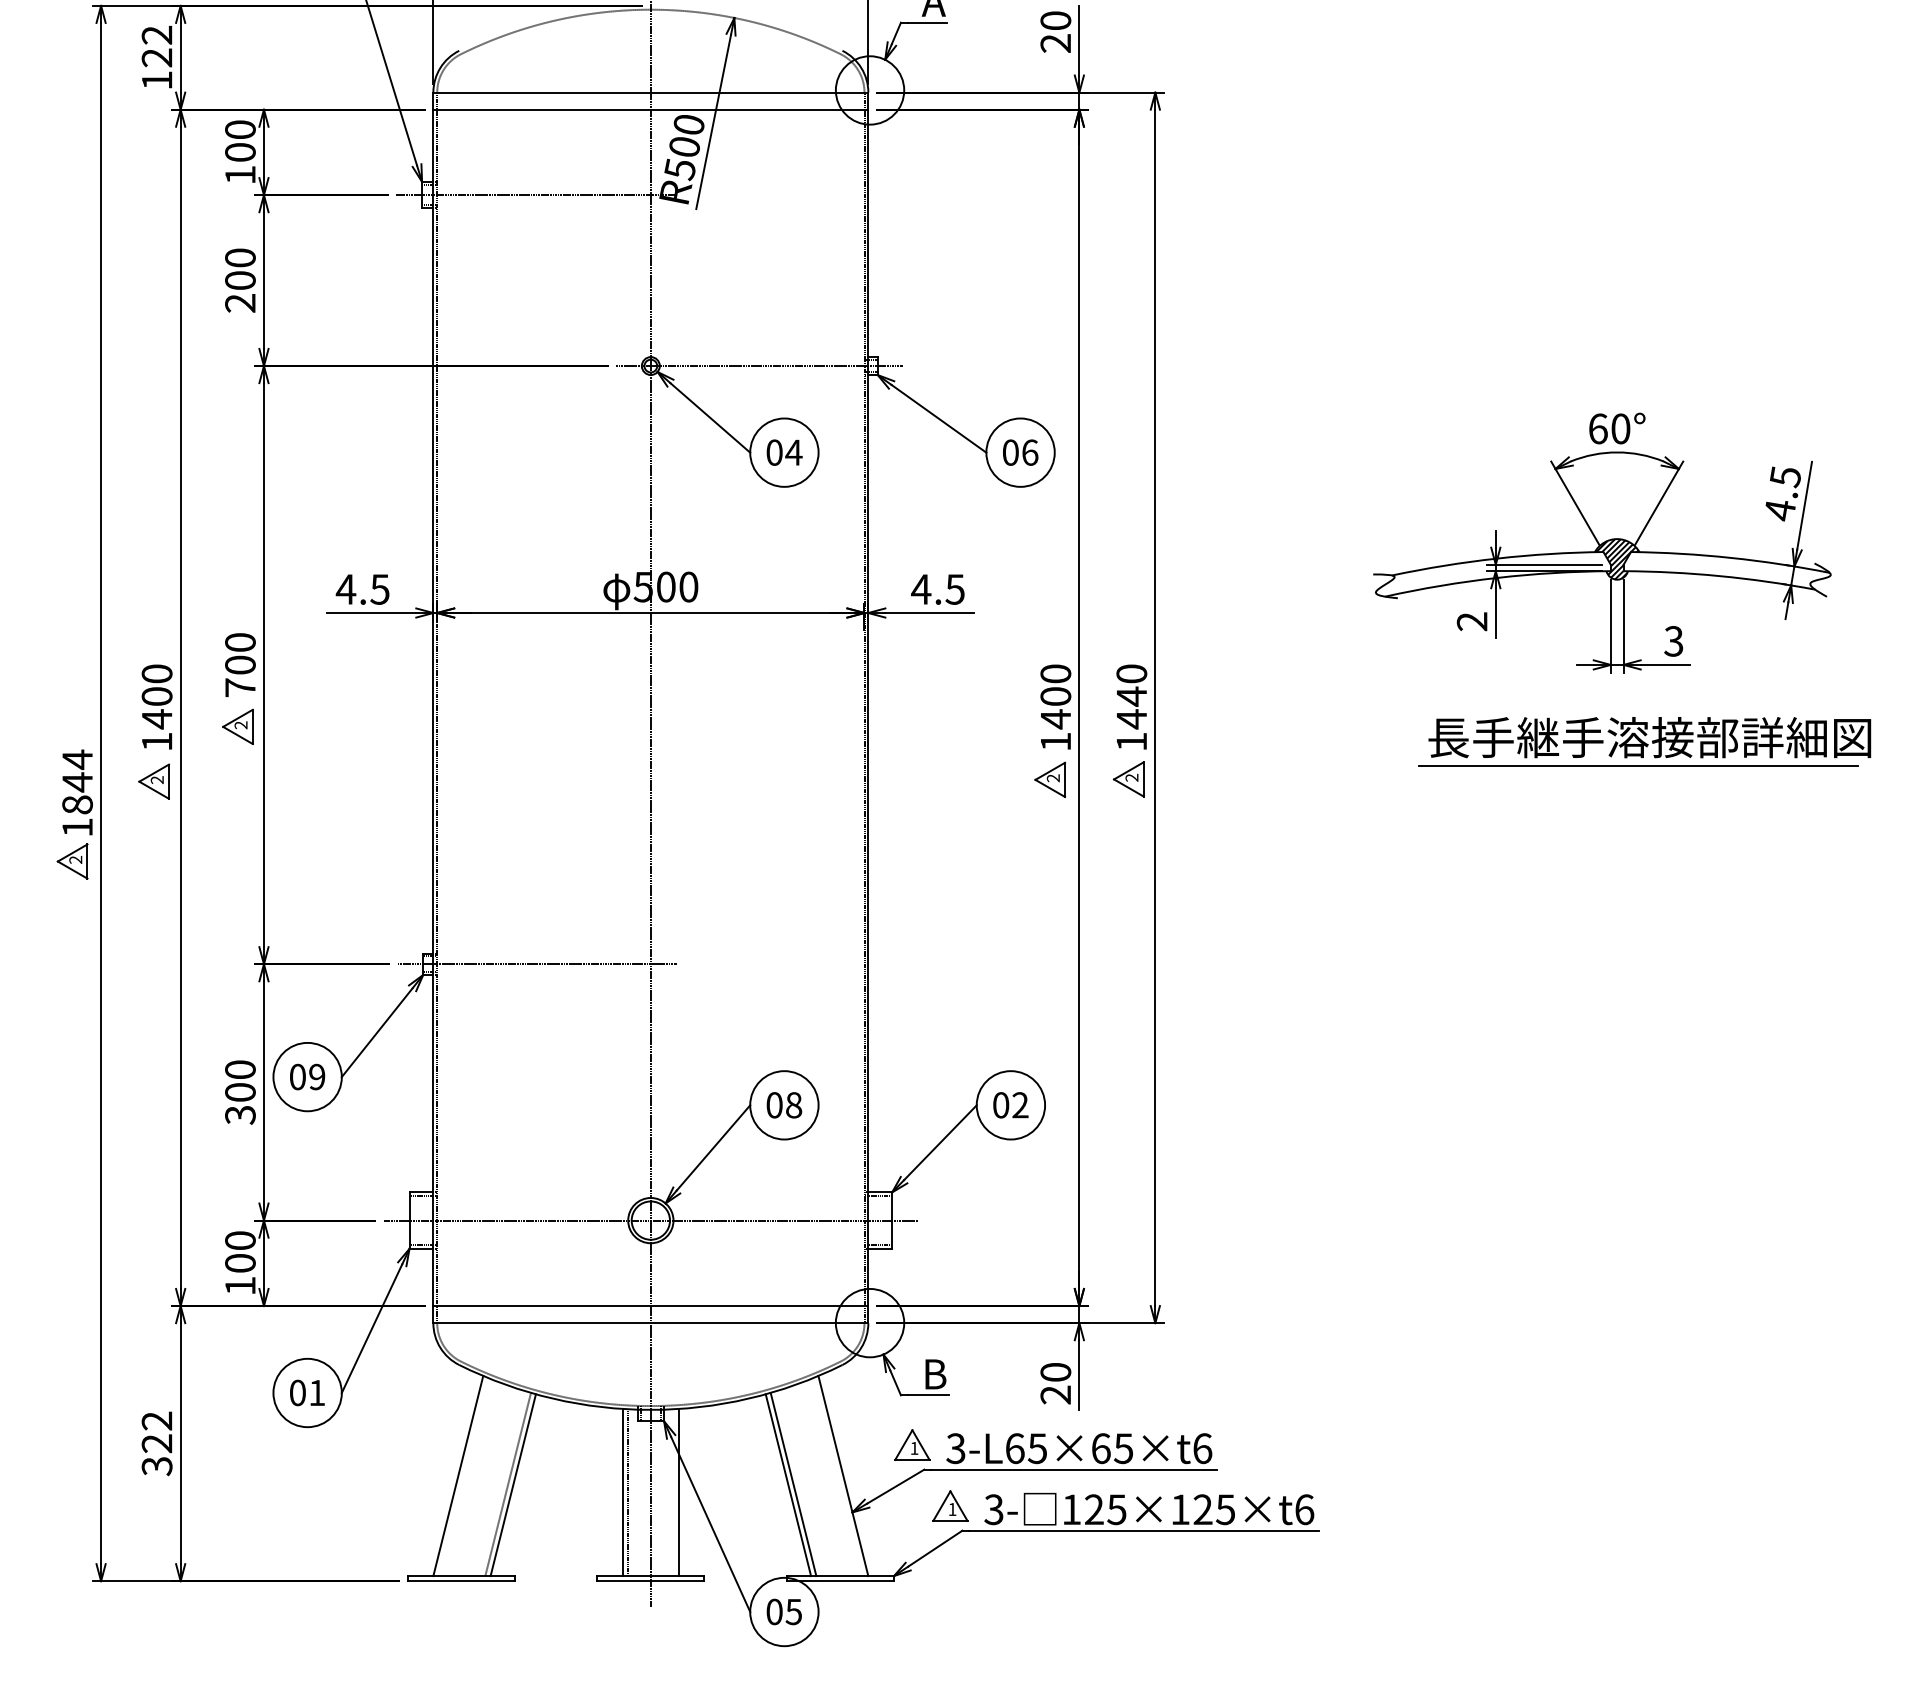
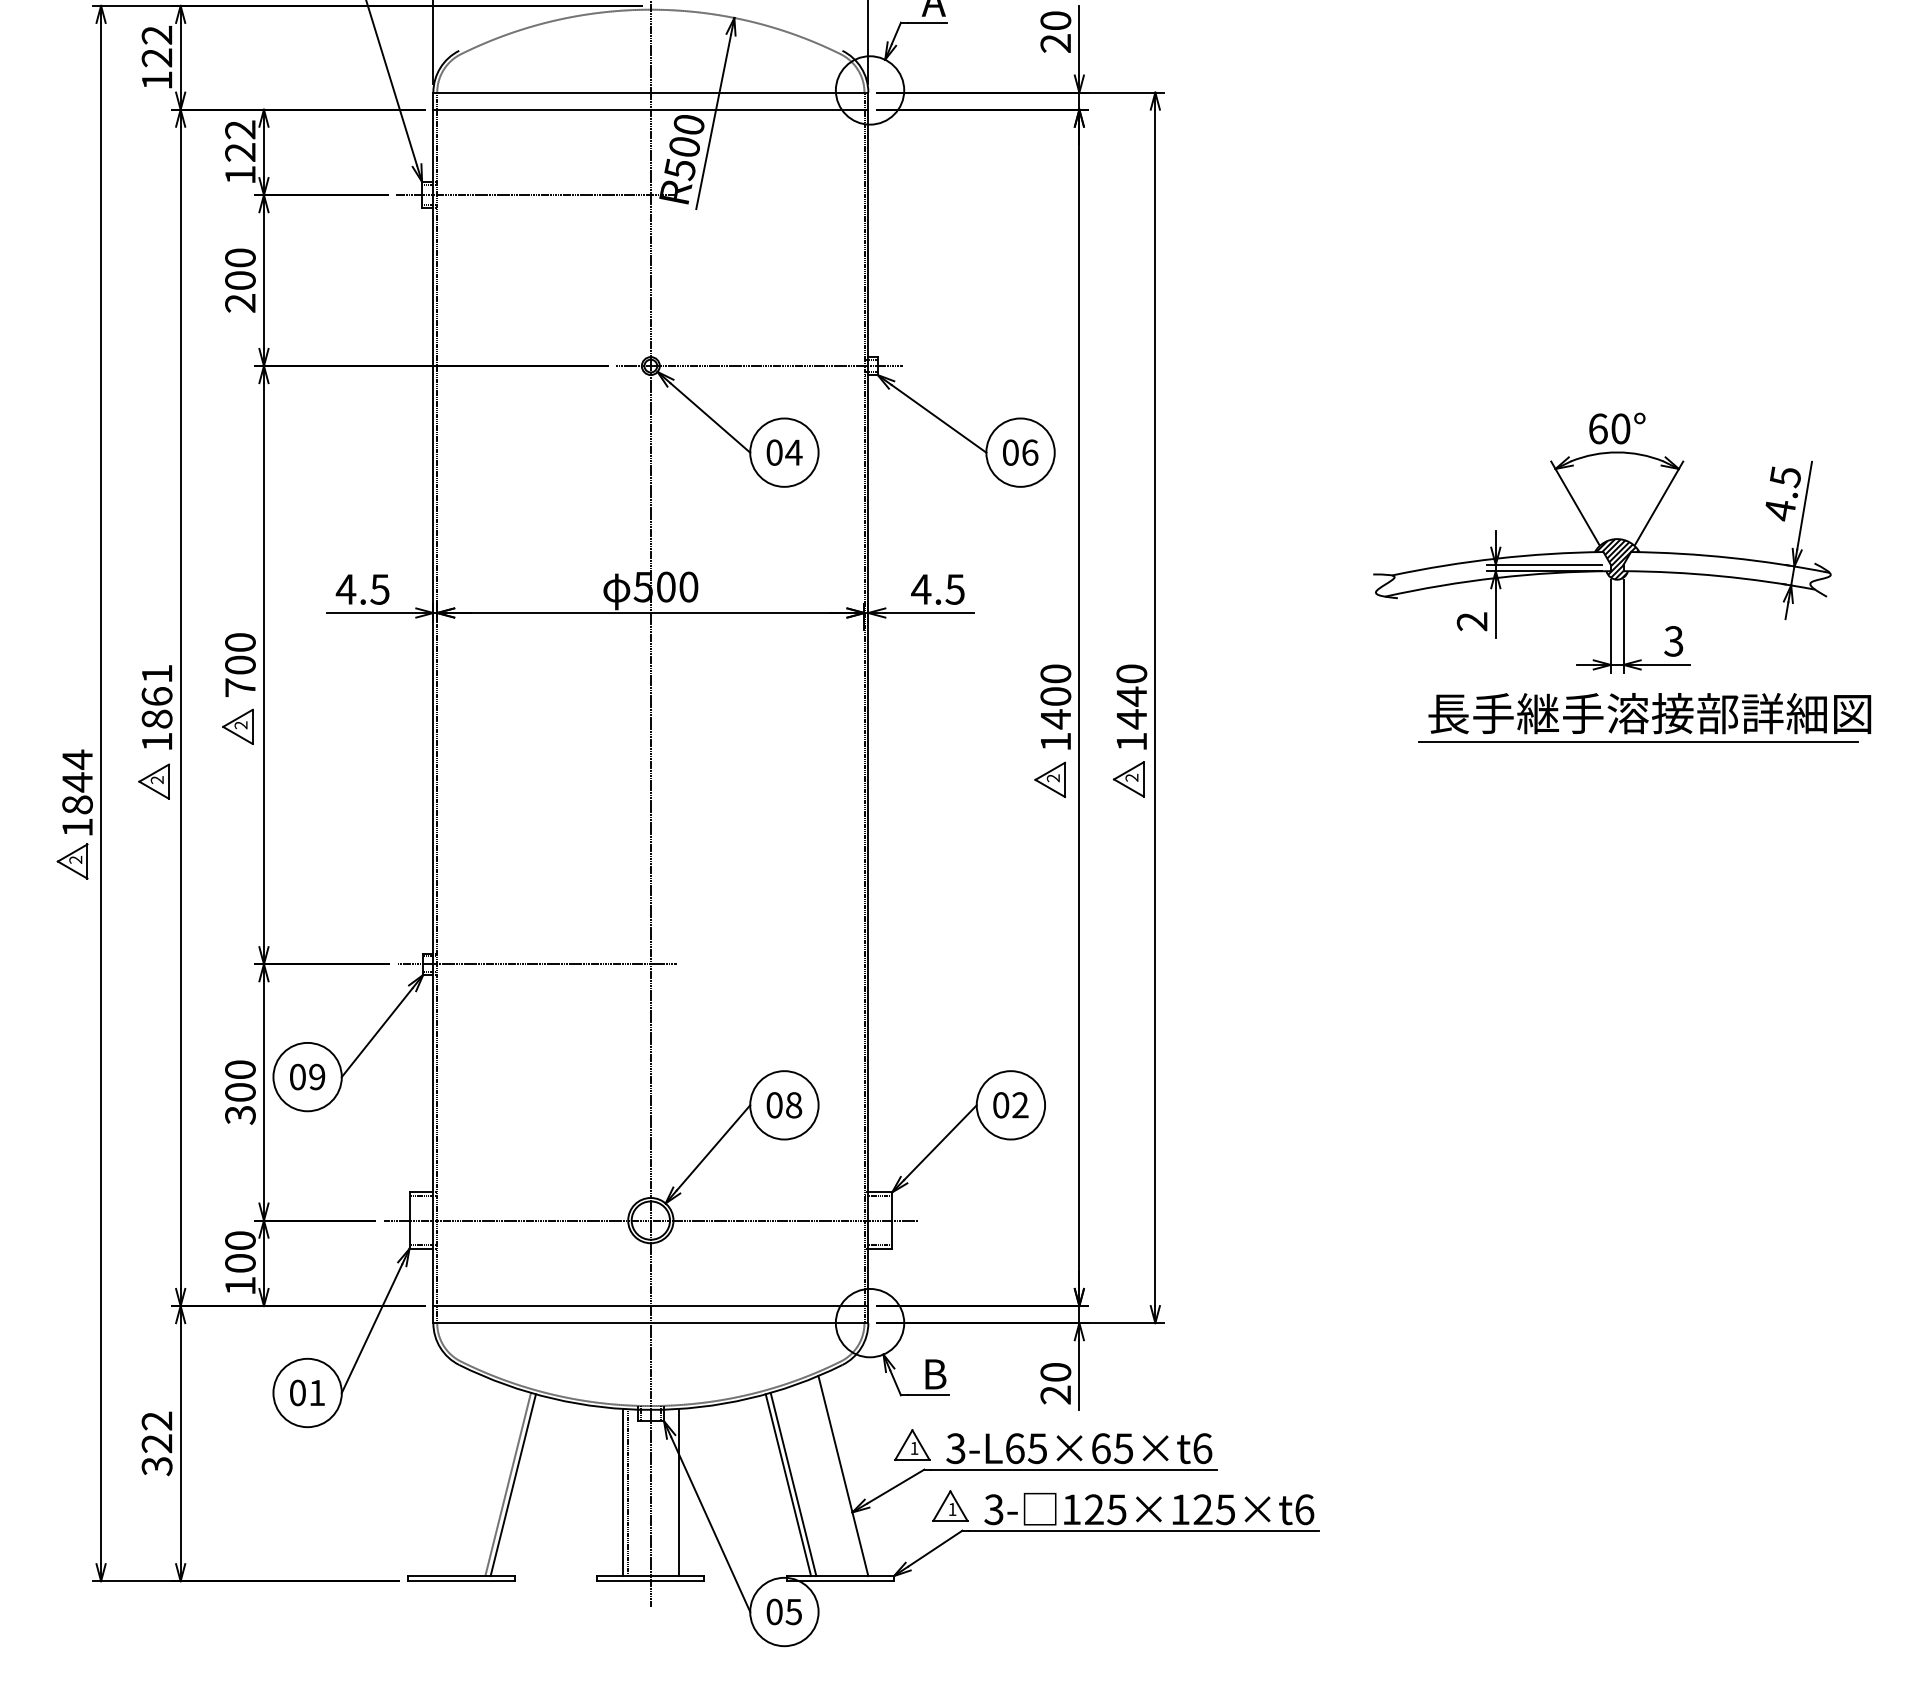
text at (240, 140): 100 -> 122
text at (156, 696): 1400 -> 1861
part at (1644, 741) position: (1644, 741) -> (1644, 717)
line at (458, 1476): present -> none
